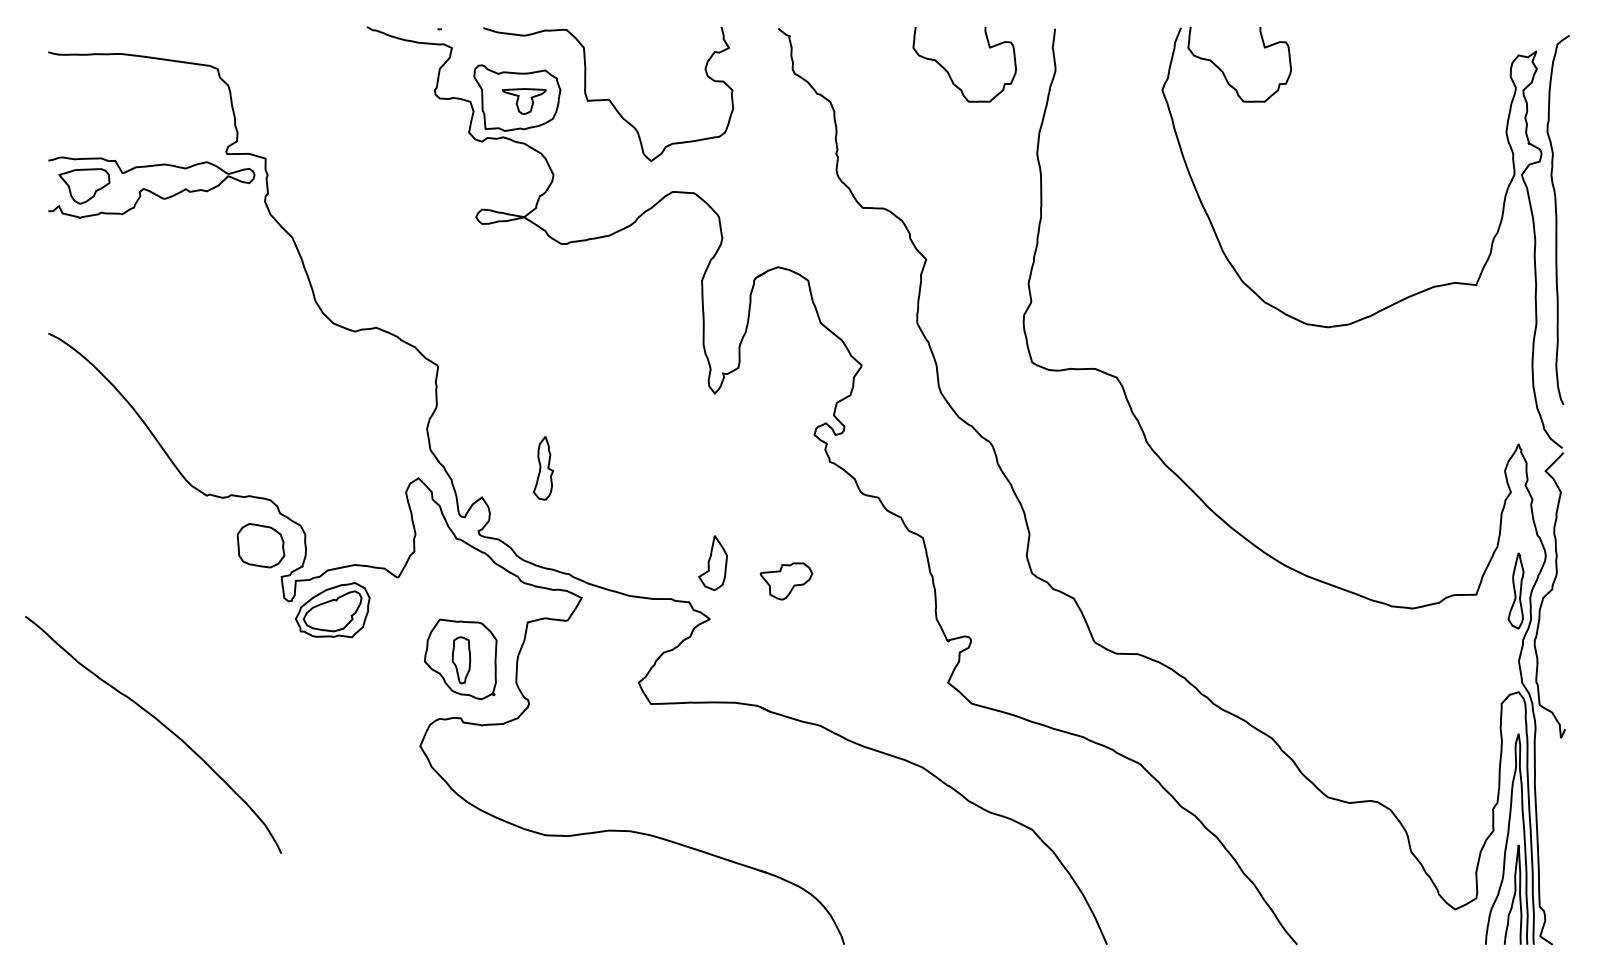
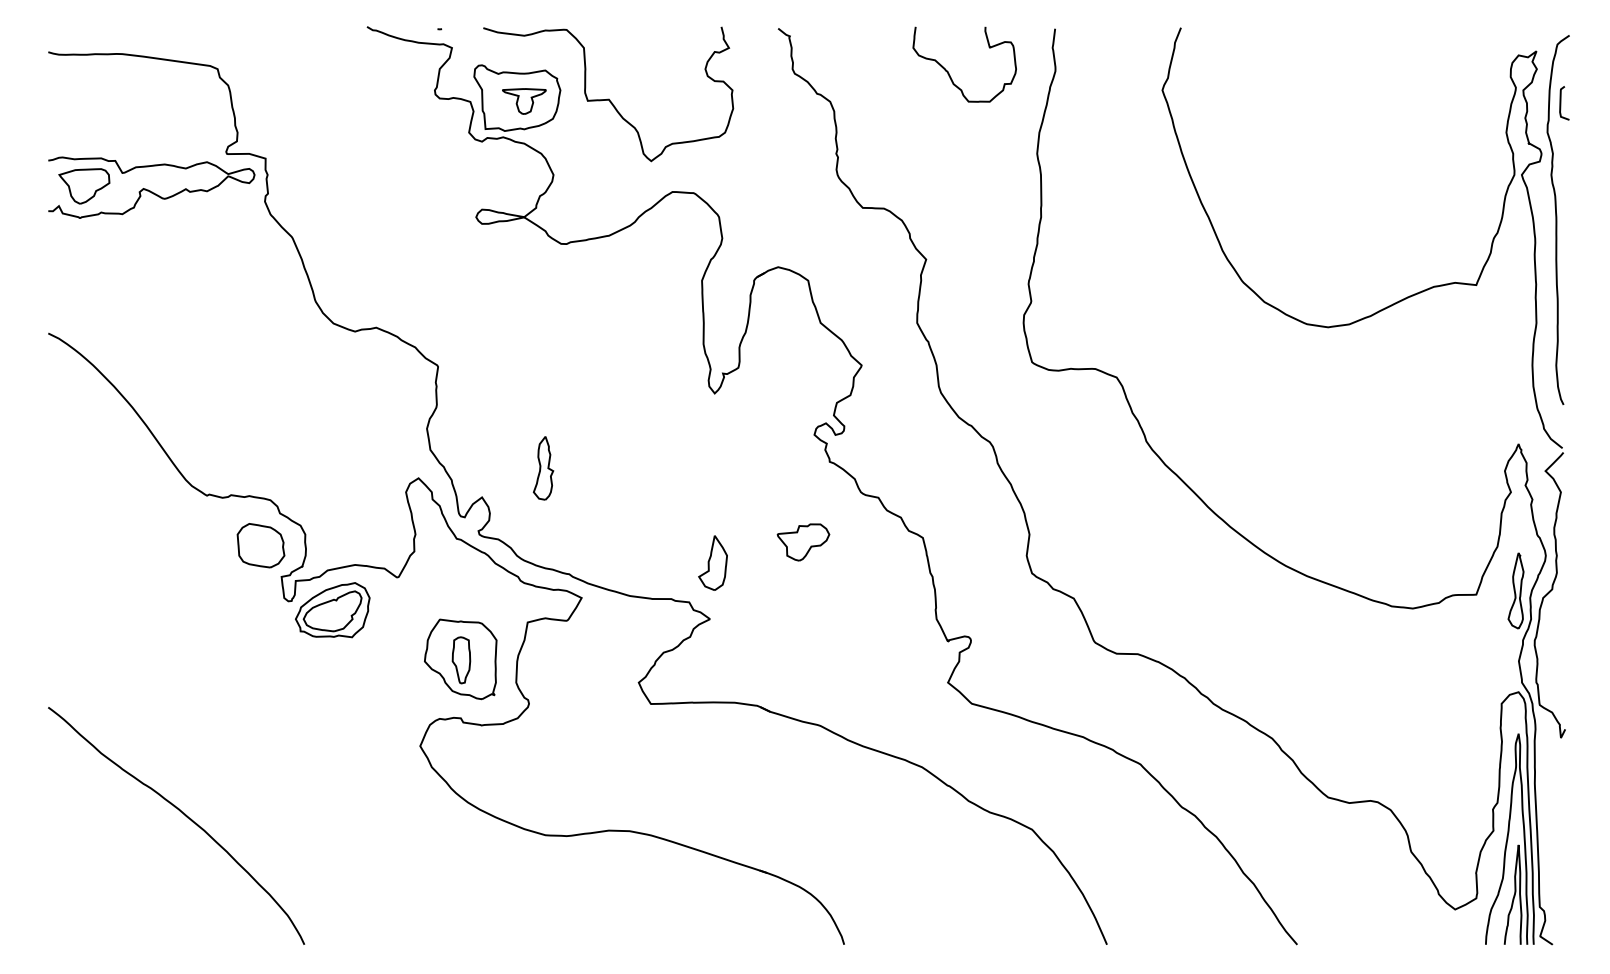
curve at (1223, 71): present -> none
curve at (1561, 103): none -> present
part at (786, 581) position: (786, 581) -> (803, 542)
curve at (162, 725) position: (162, 725) -> (185, 816)
